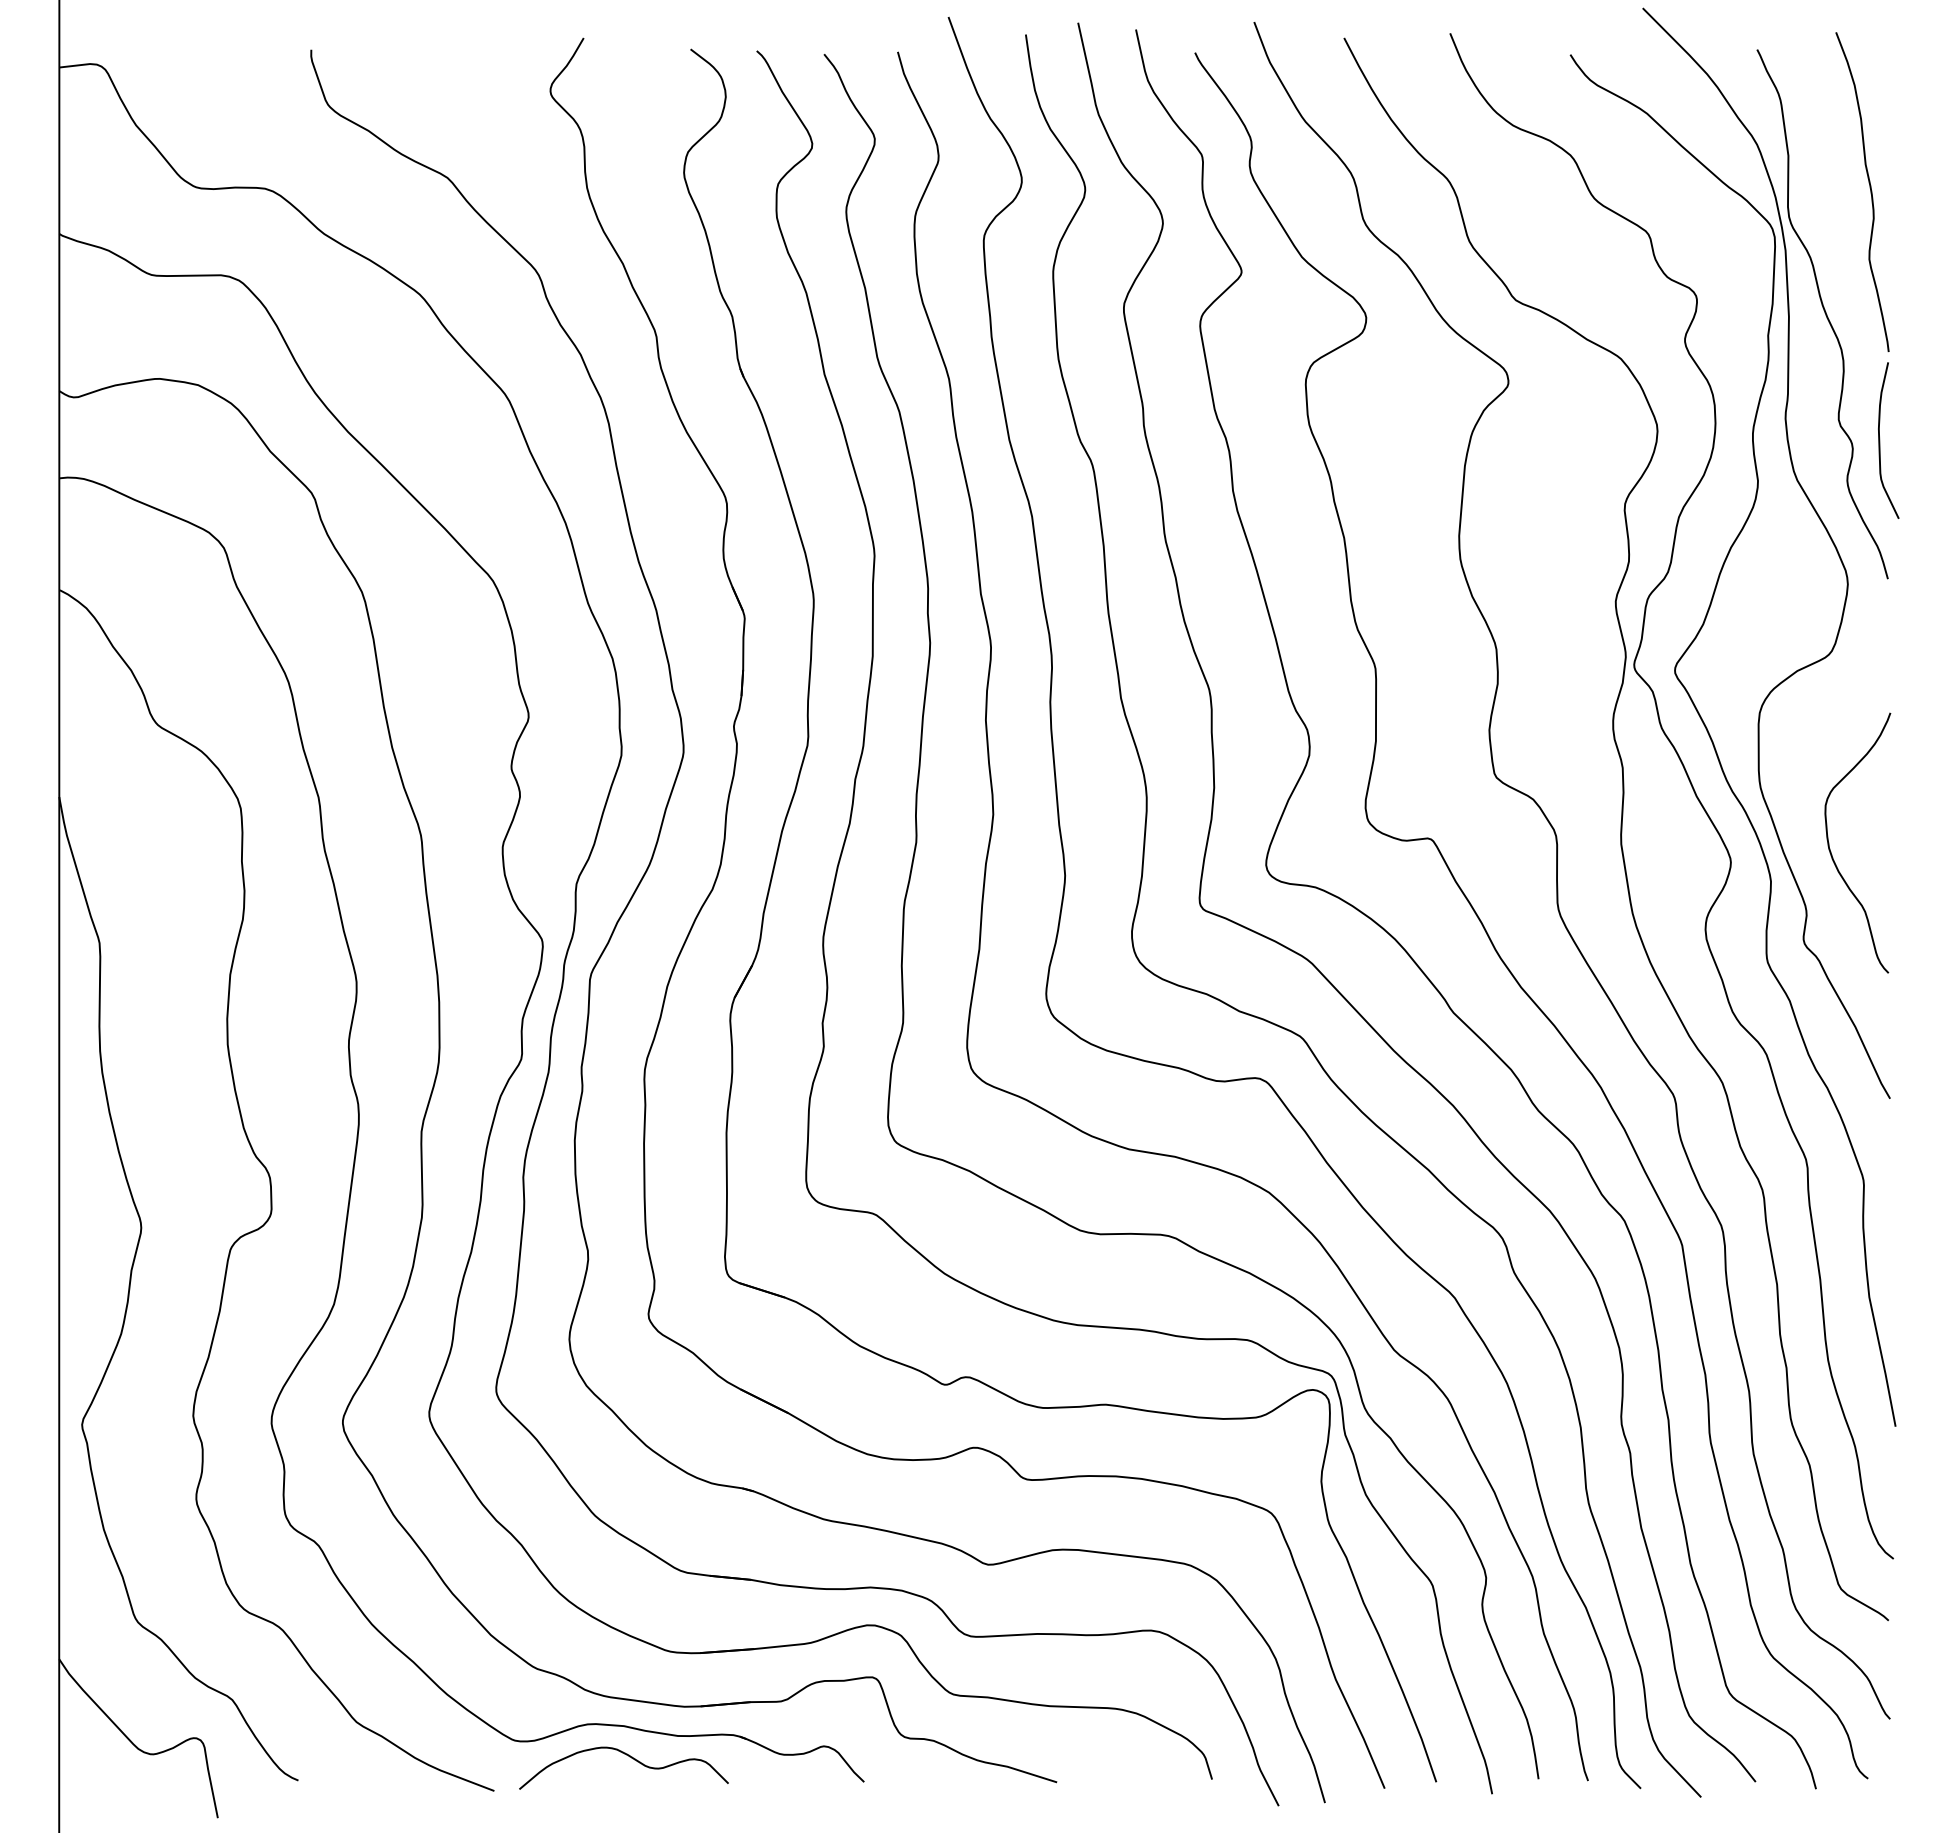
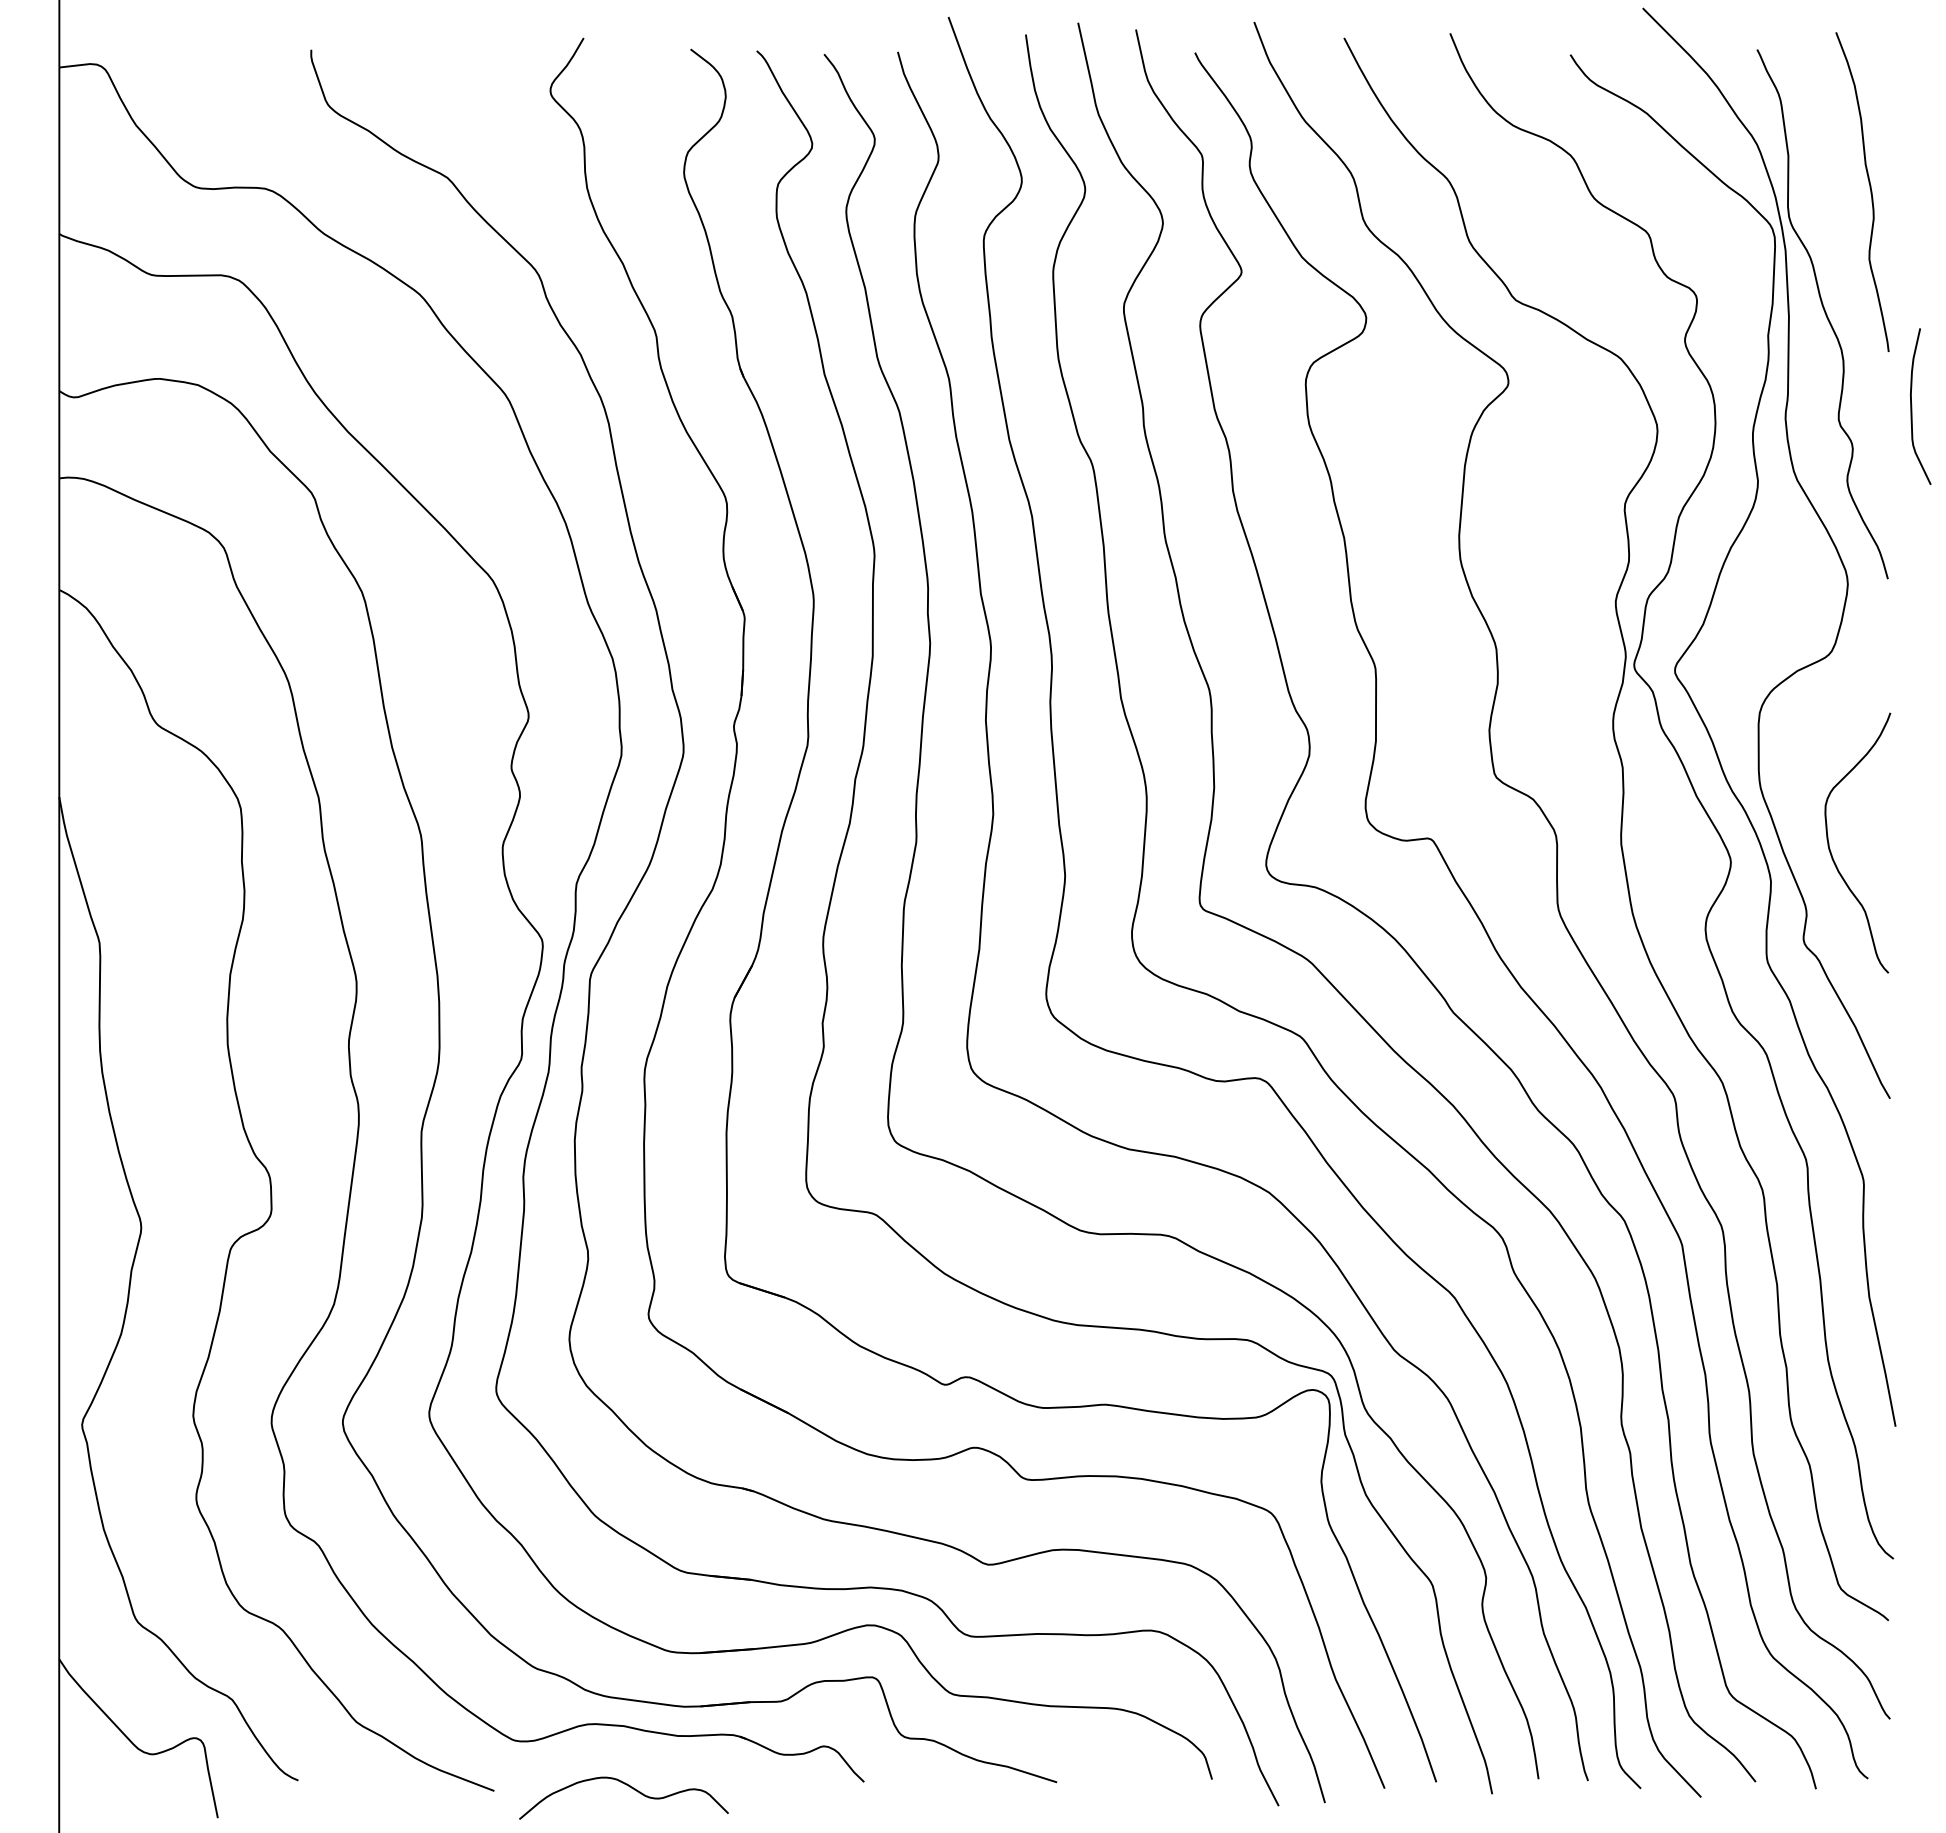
curve at (1880, 440) position: (1880, 440) -> (1912, 406)
curve at (629, 1757) position: (629, 1757) -> (629, 1787)
